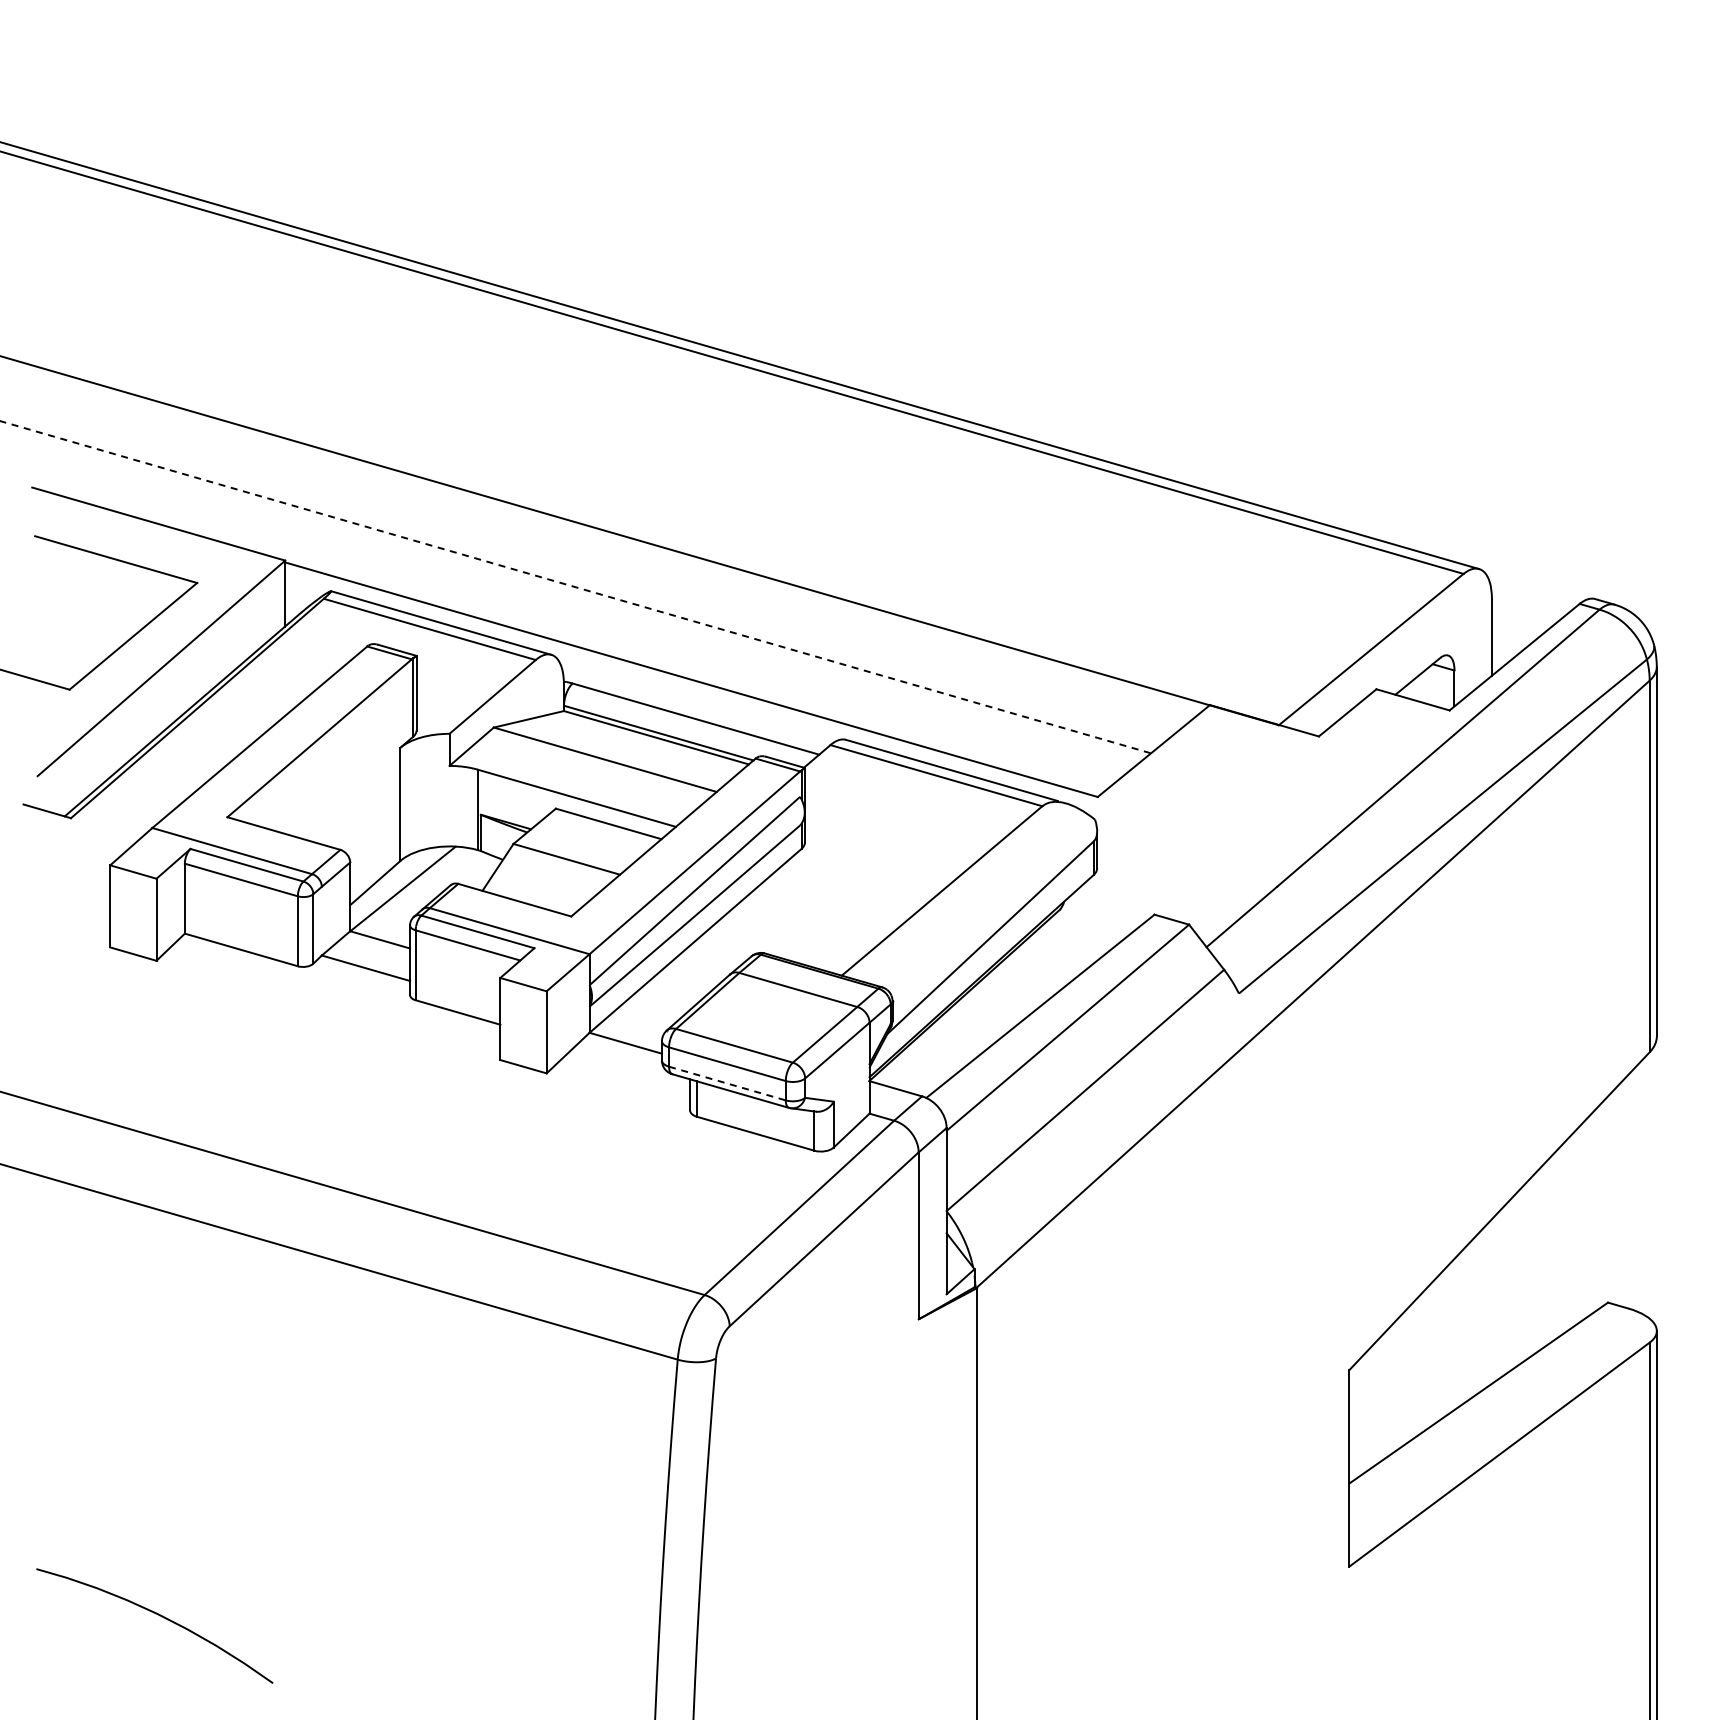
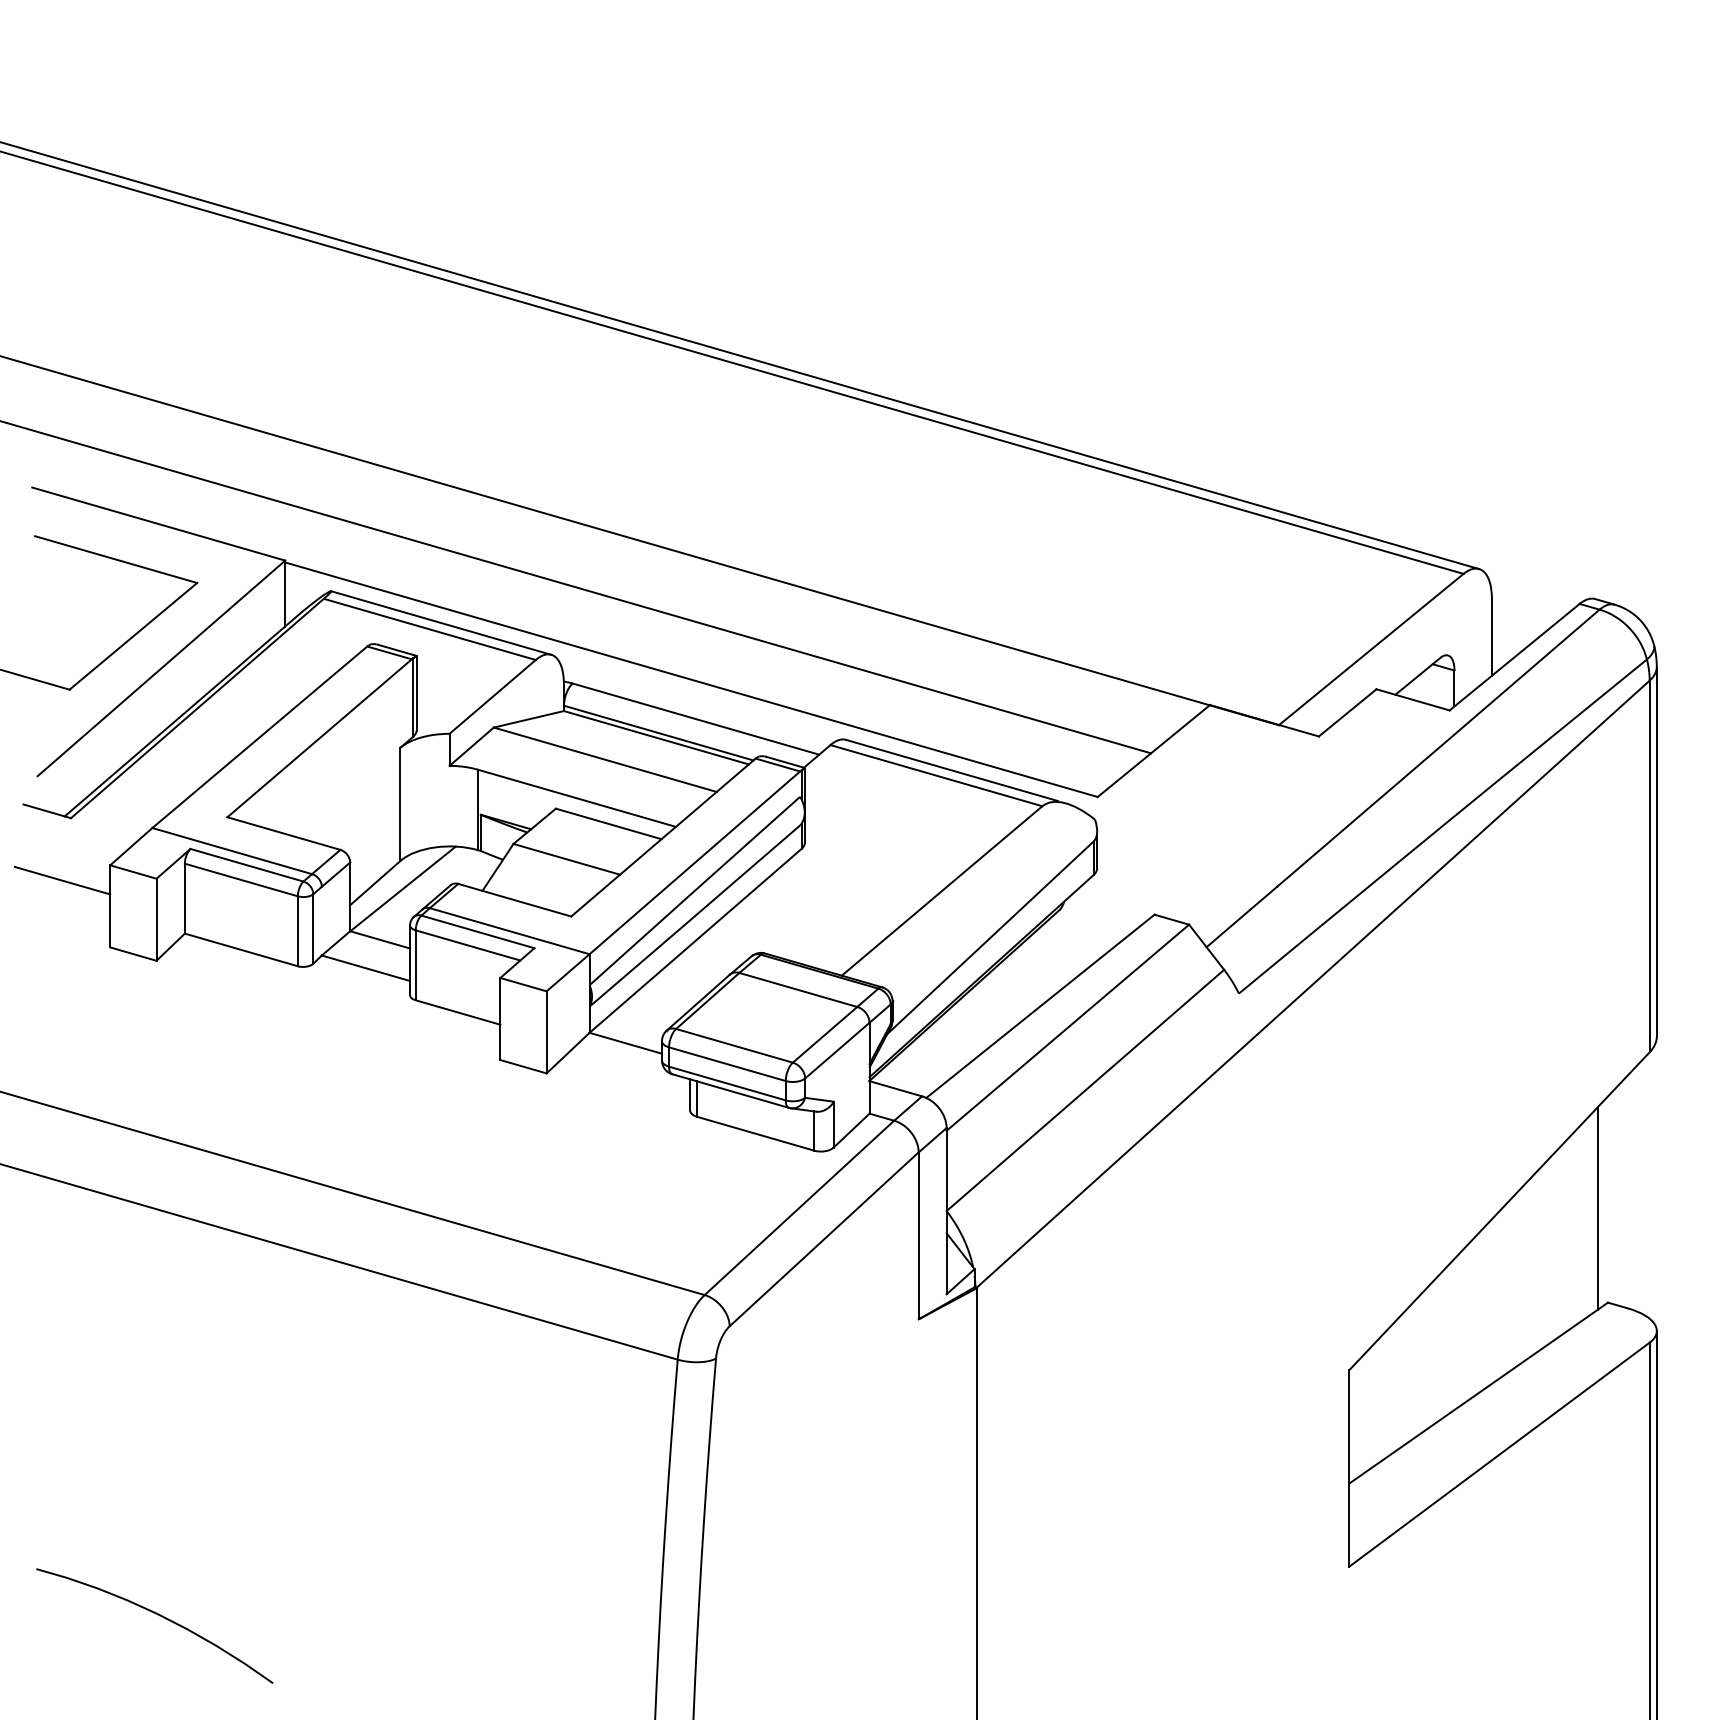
line at (575, 587): dashed -> solid
line at (62, 880): none -> present
line at (727, 1083): dashed -> solid
line at (1597, 1208): none -> present
